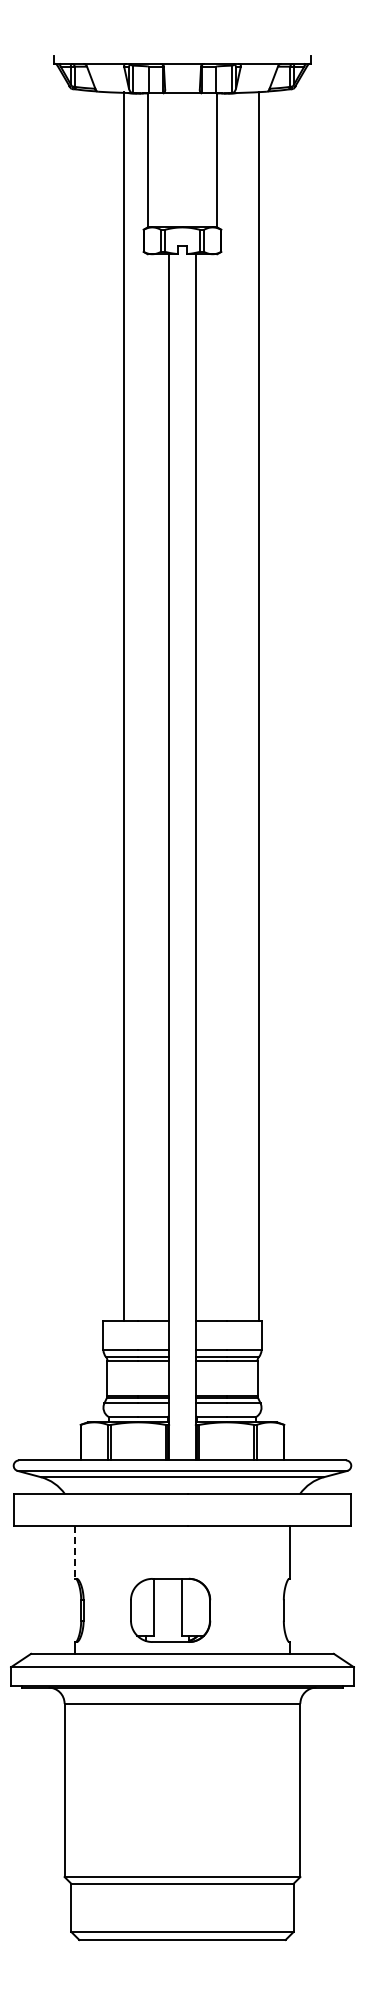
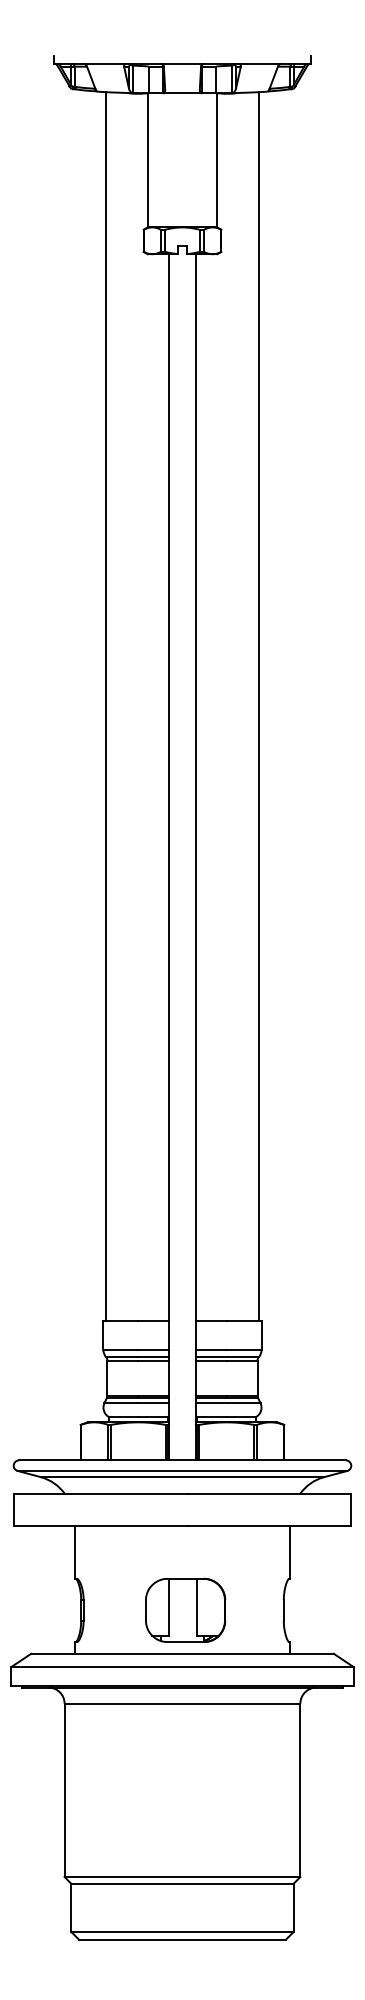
line at (124, 706) position: (124, 706) -> (106, 706)
line at (74, 1553): dashed -> solid
part at (170, 1609) position: (170, 1609) -> (185, 1609)
